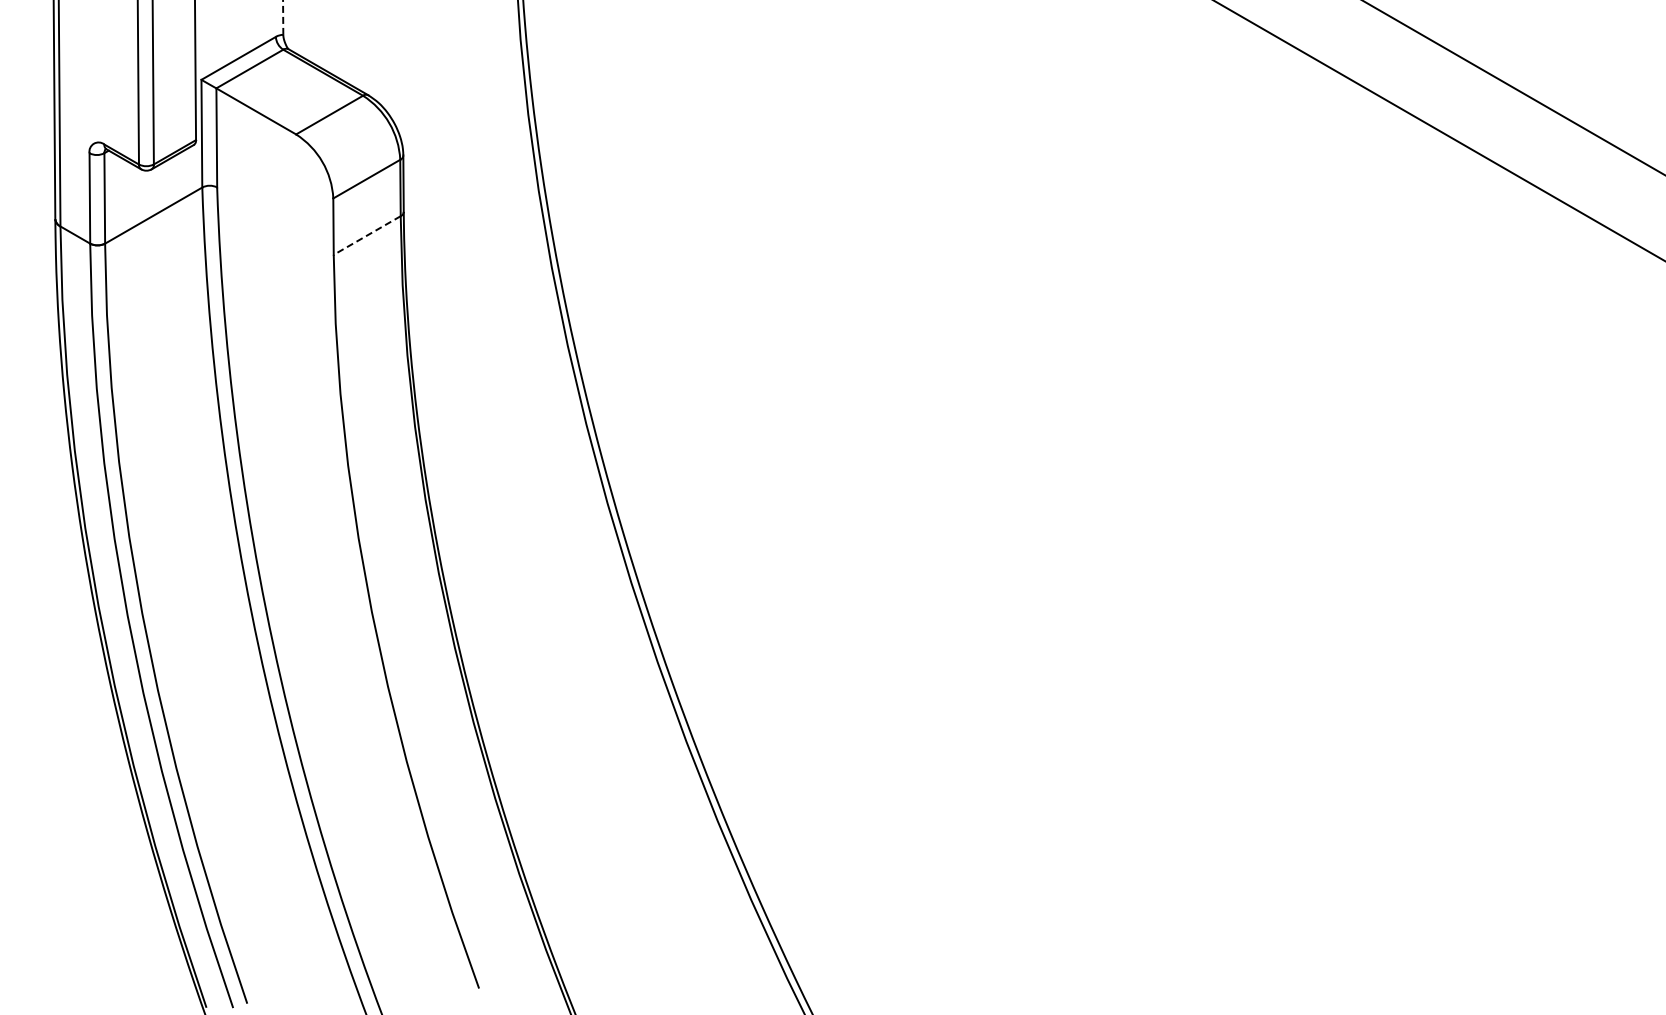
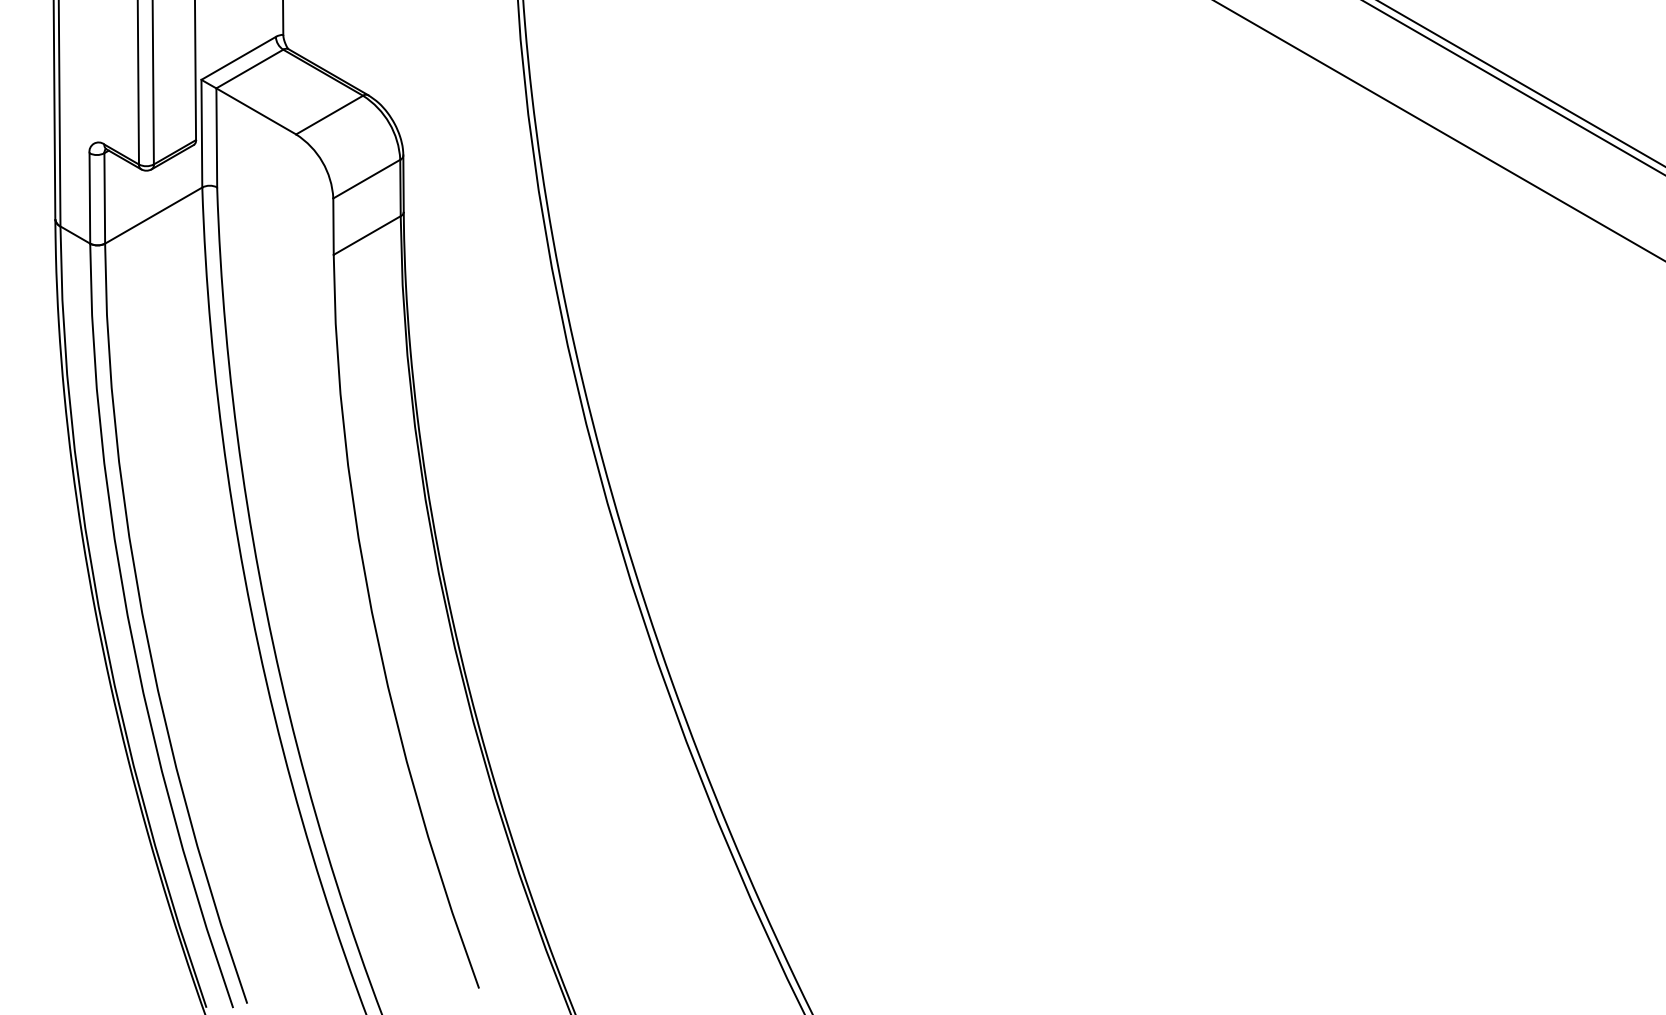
line at (283, 17): dashed -> solid
line at (1521, 83): none -> present
line at (367, 235): dashed -> solid
